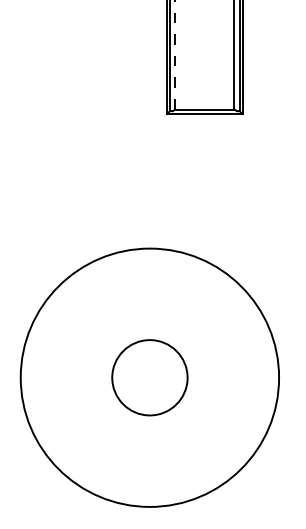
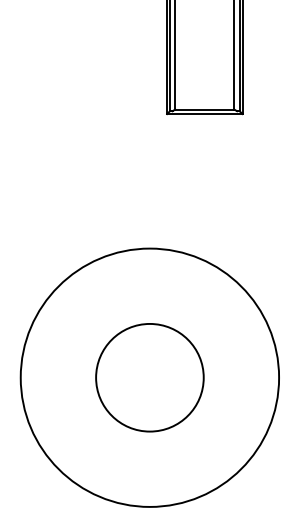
line at (175, 54): dashed -> solid
circle at (149, 377) diameter: 75 px -> 108 px
